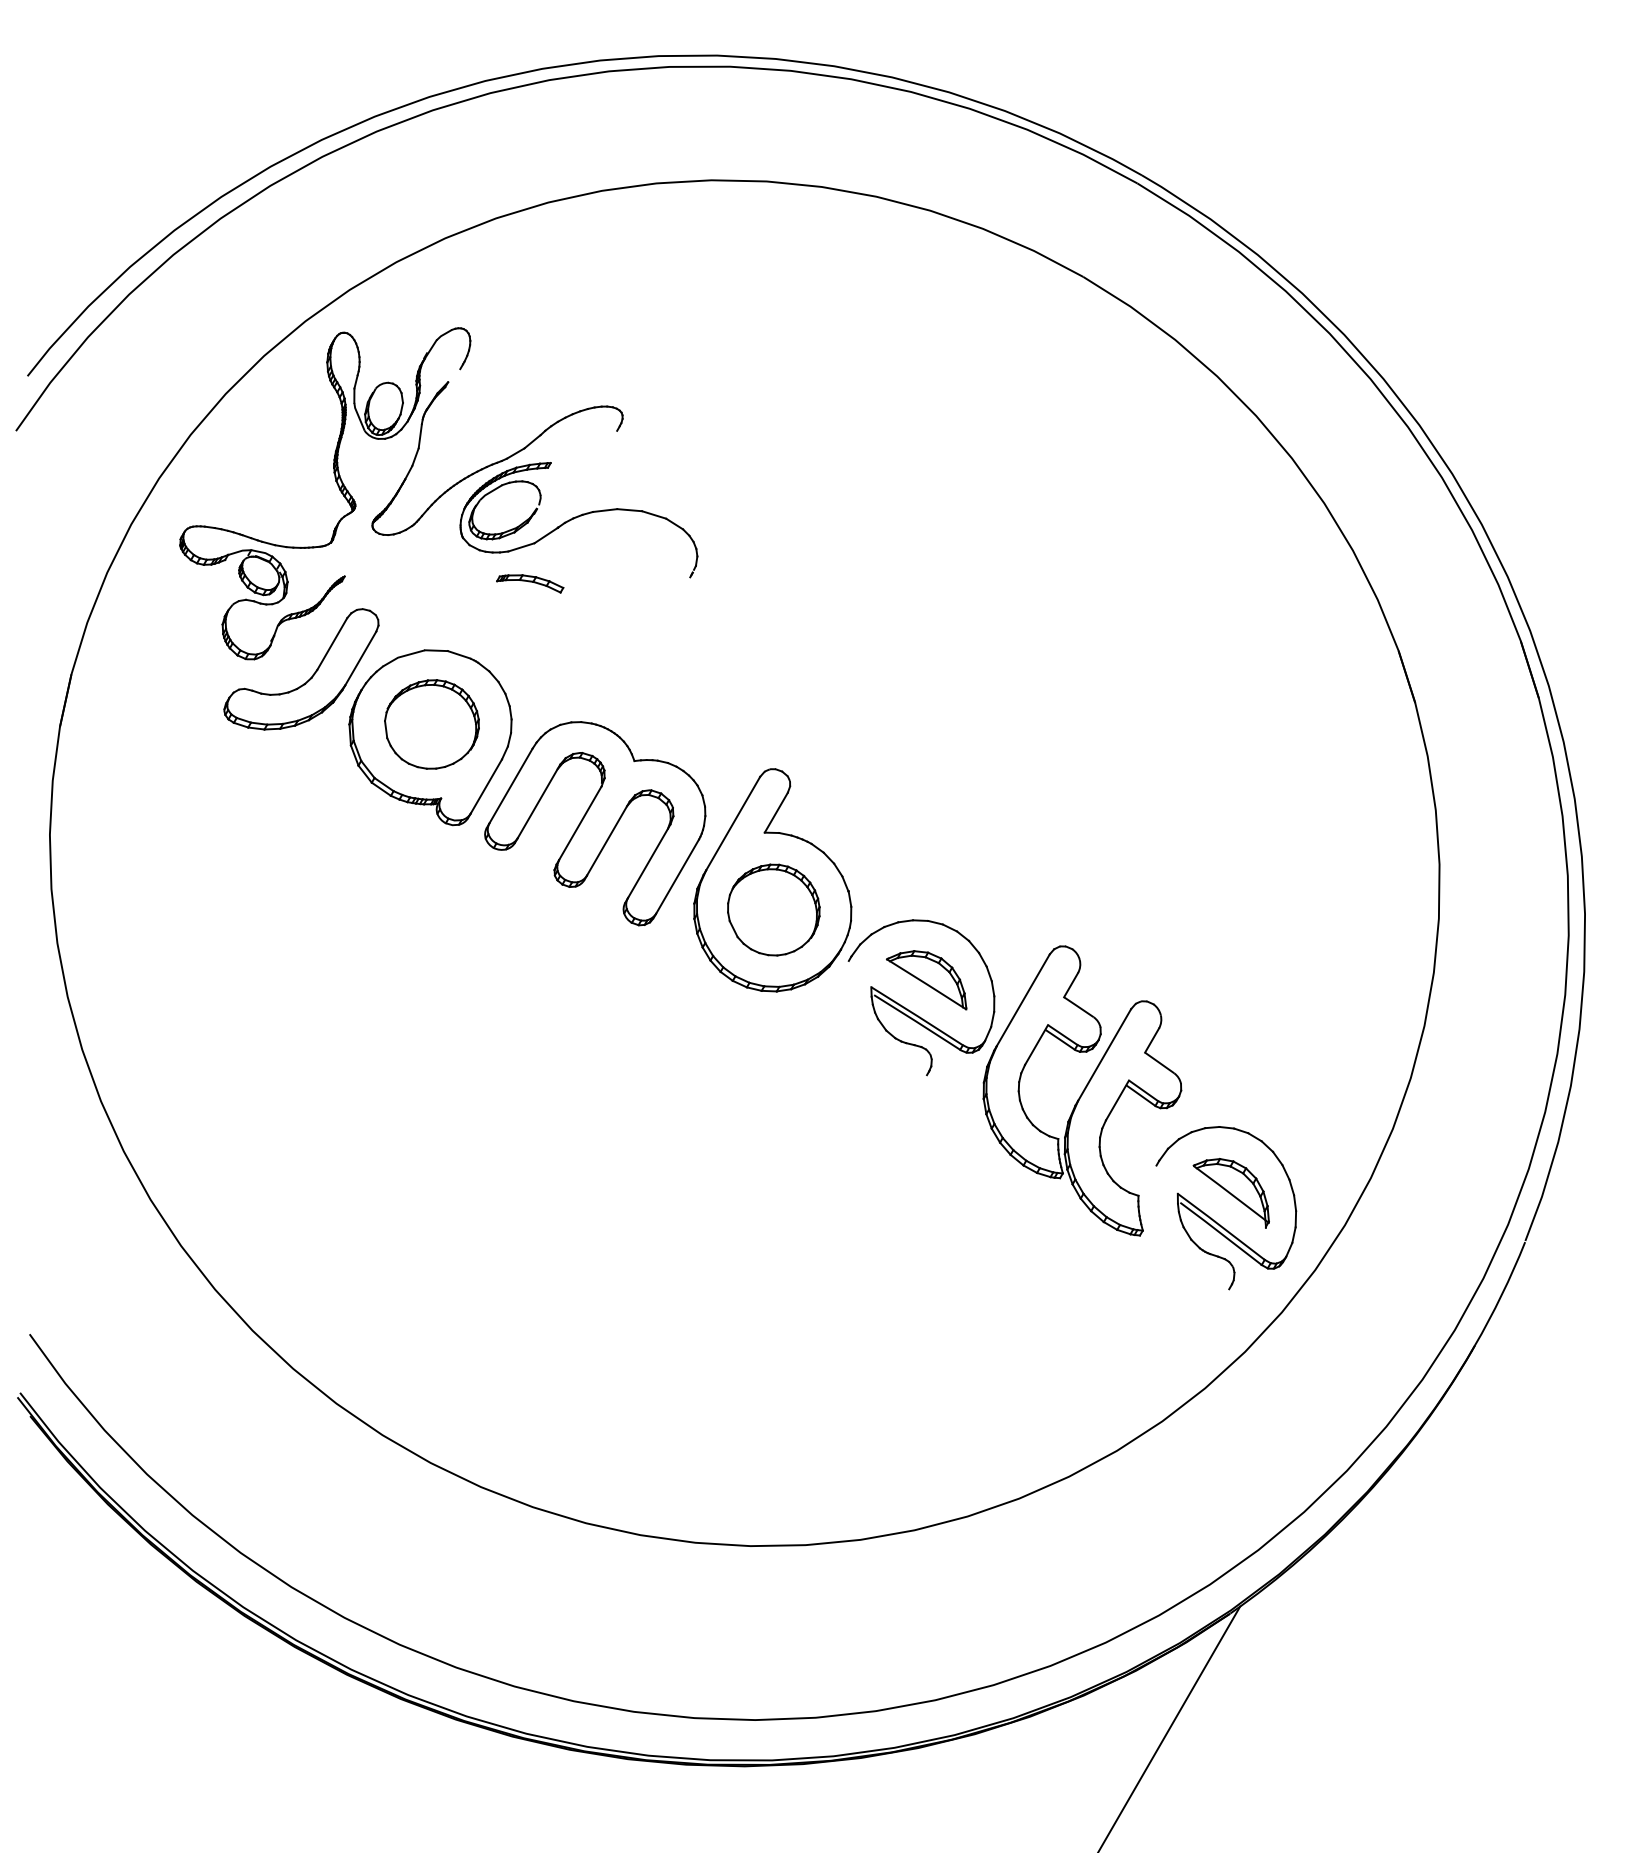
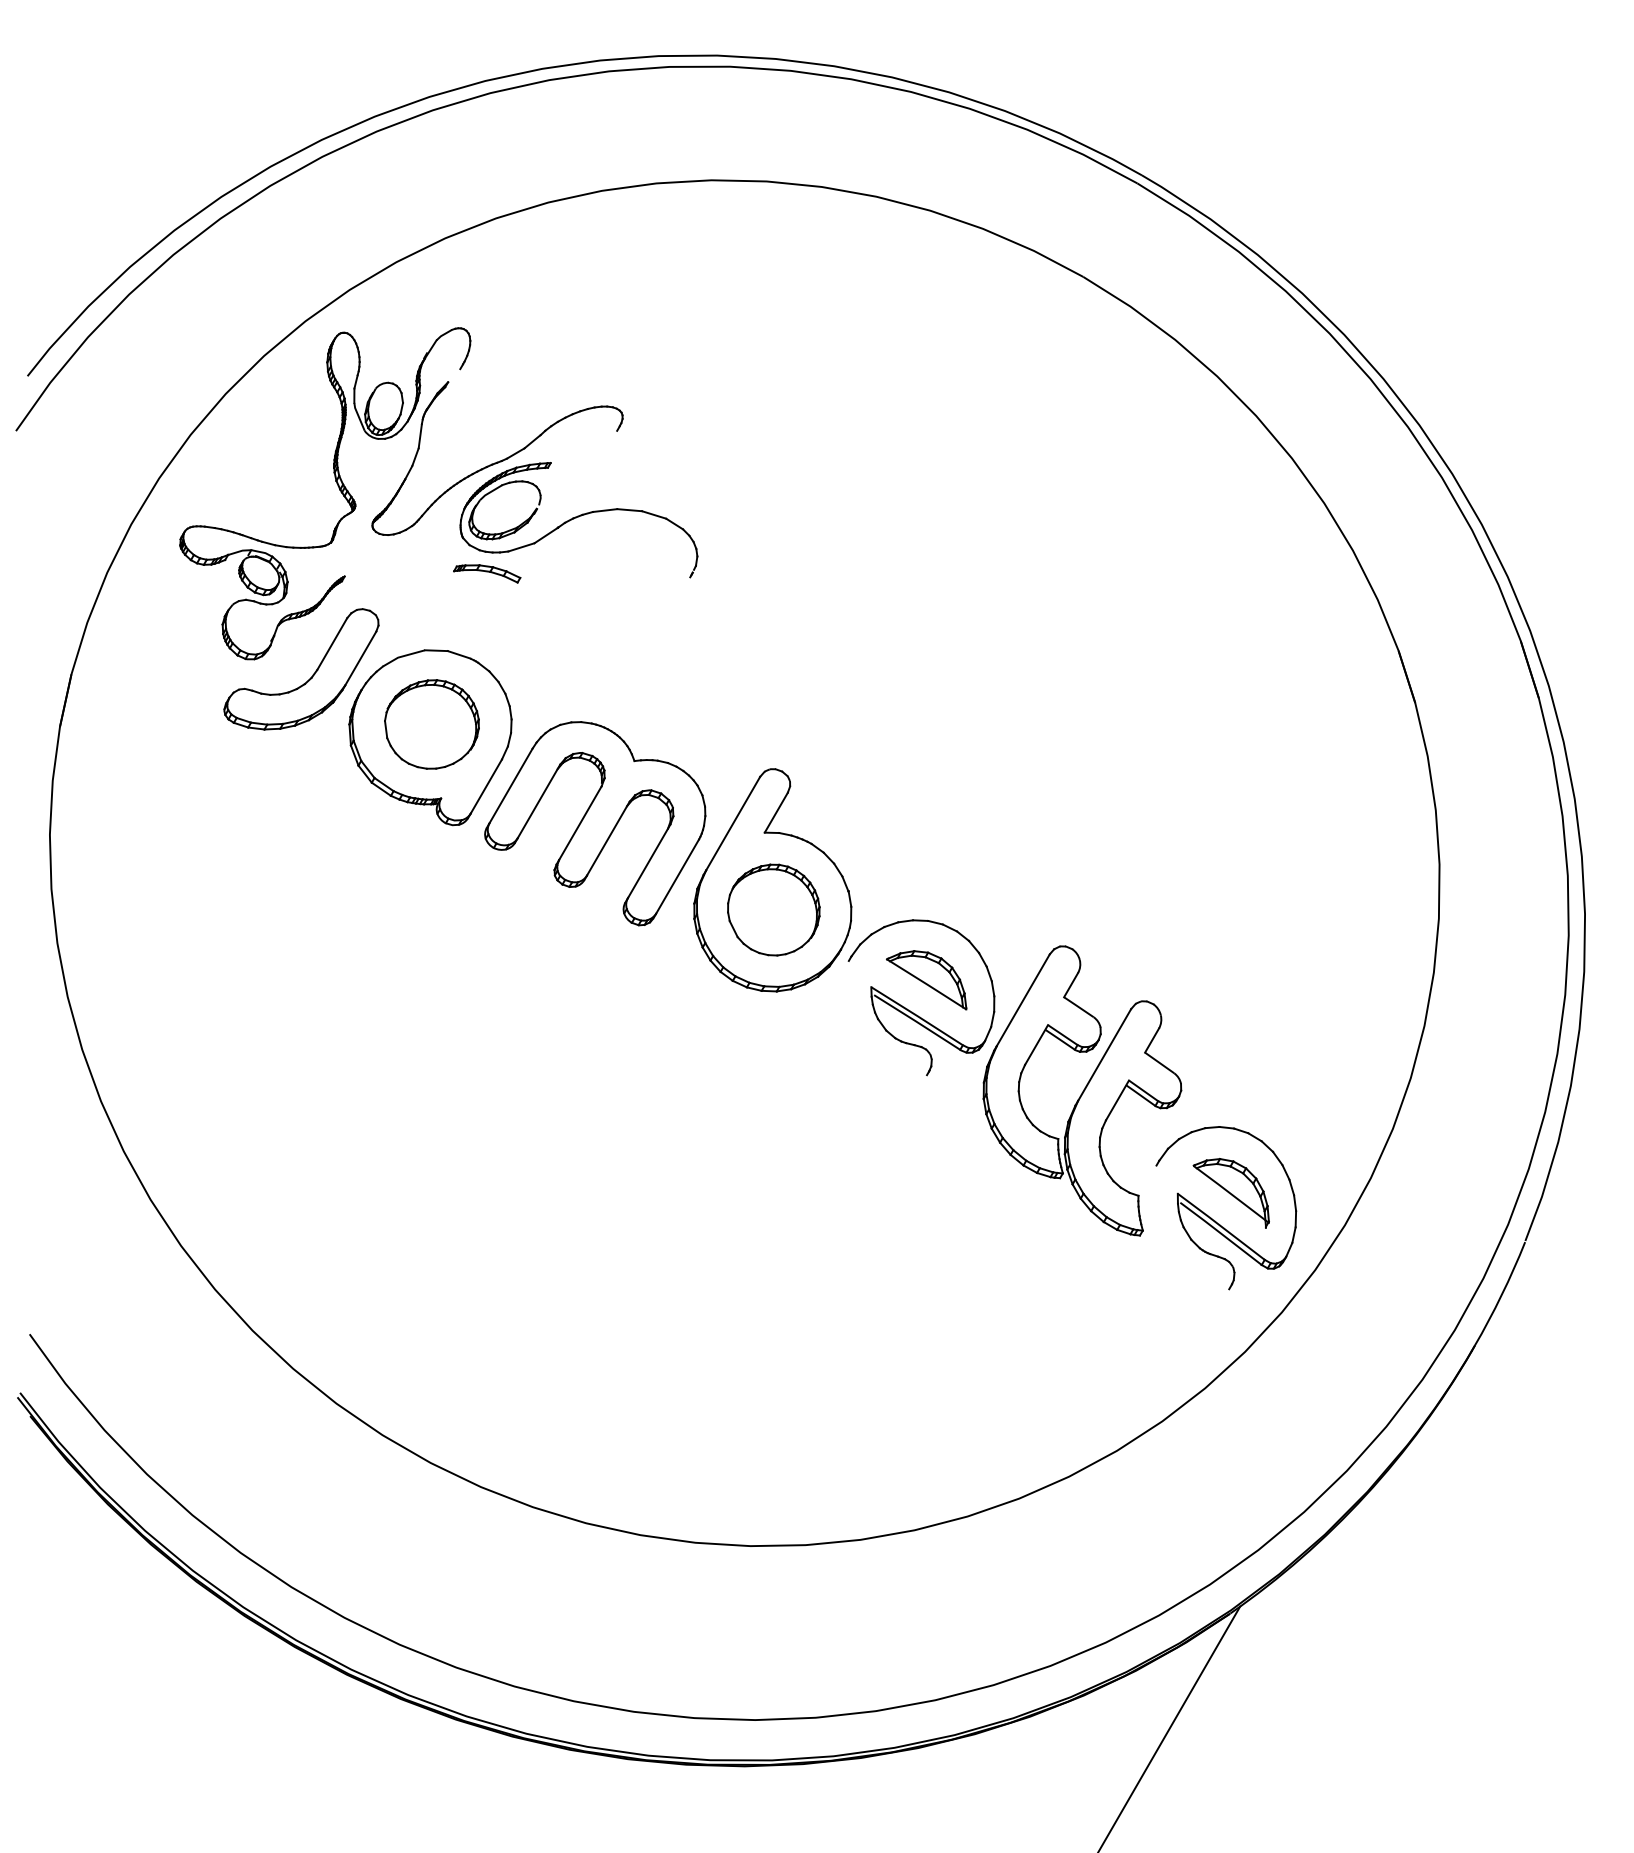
part at (530, 583) position: (530, 583) -> (487, 573)
